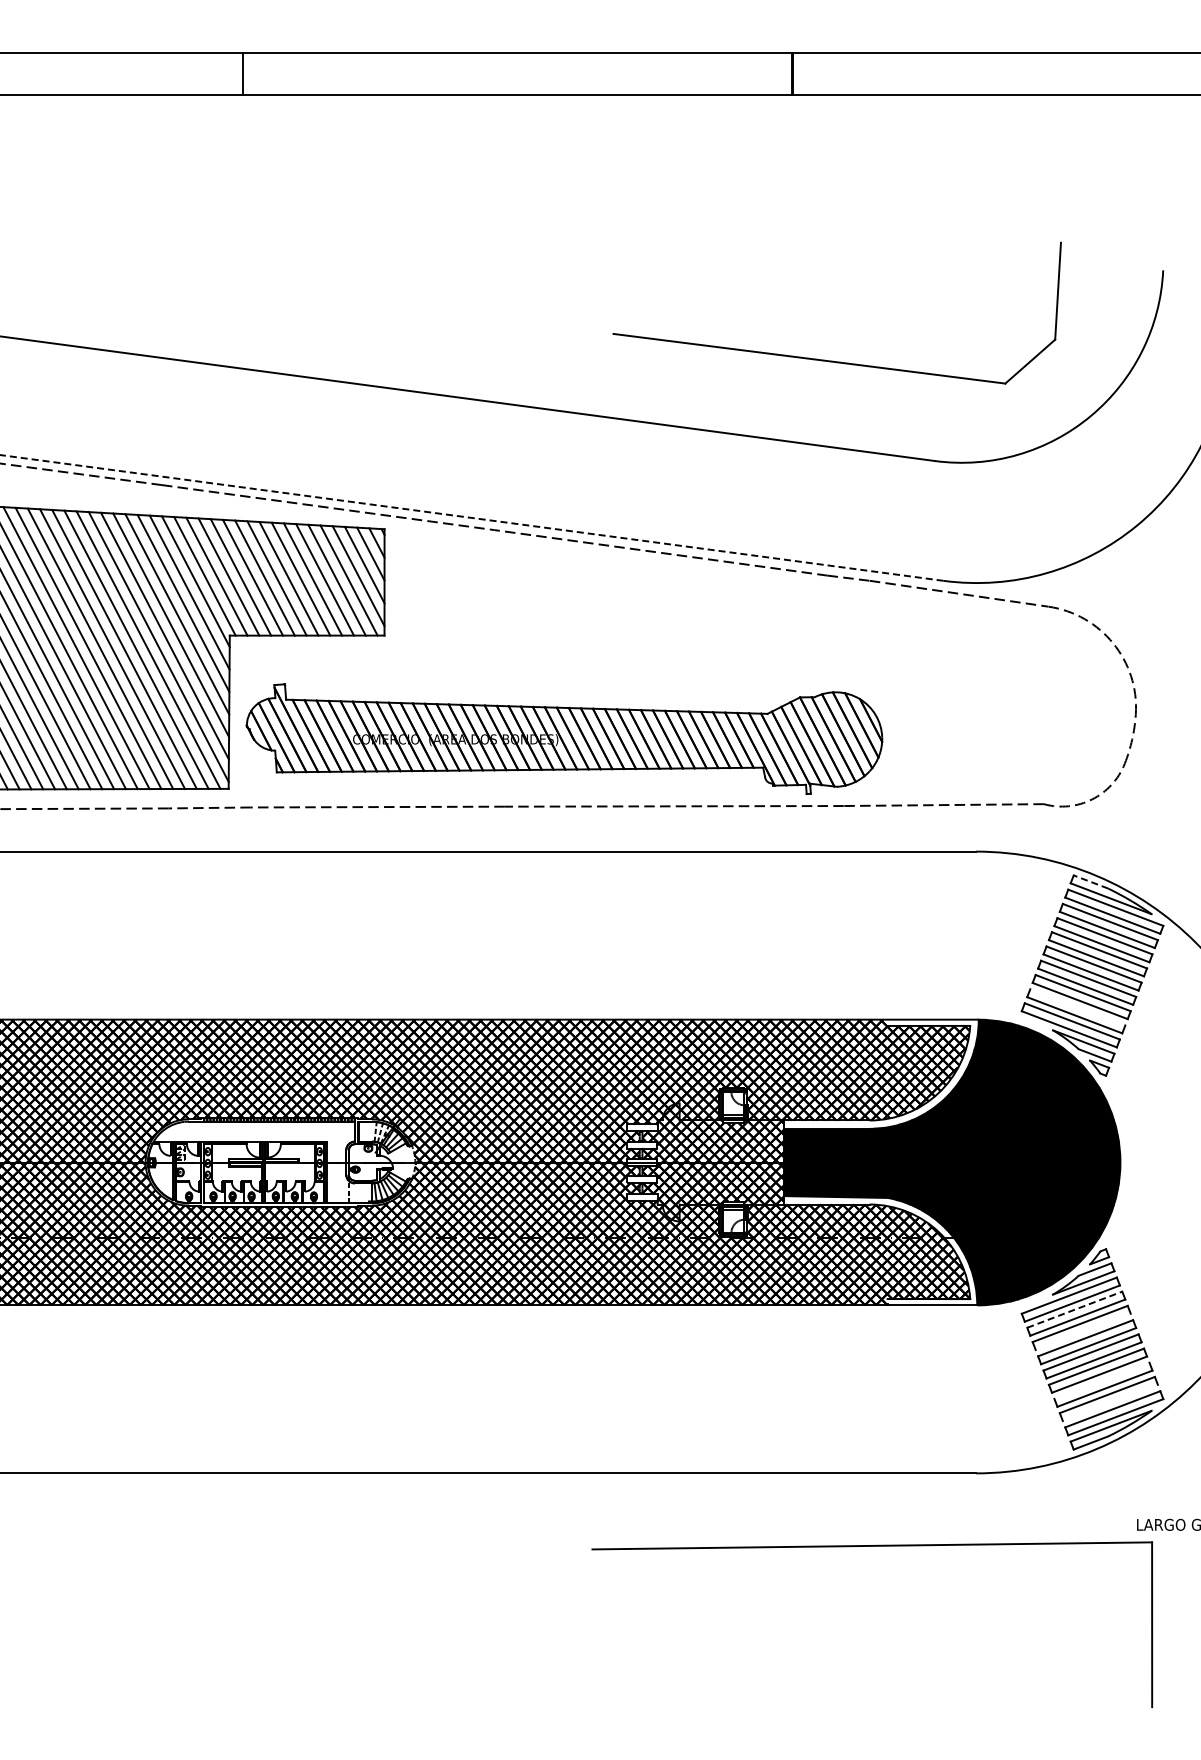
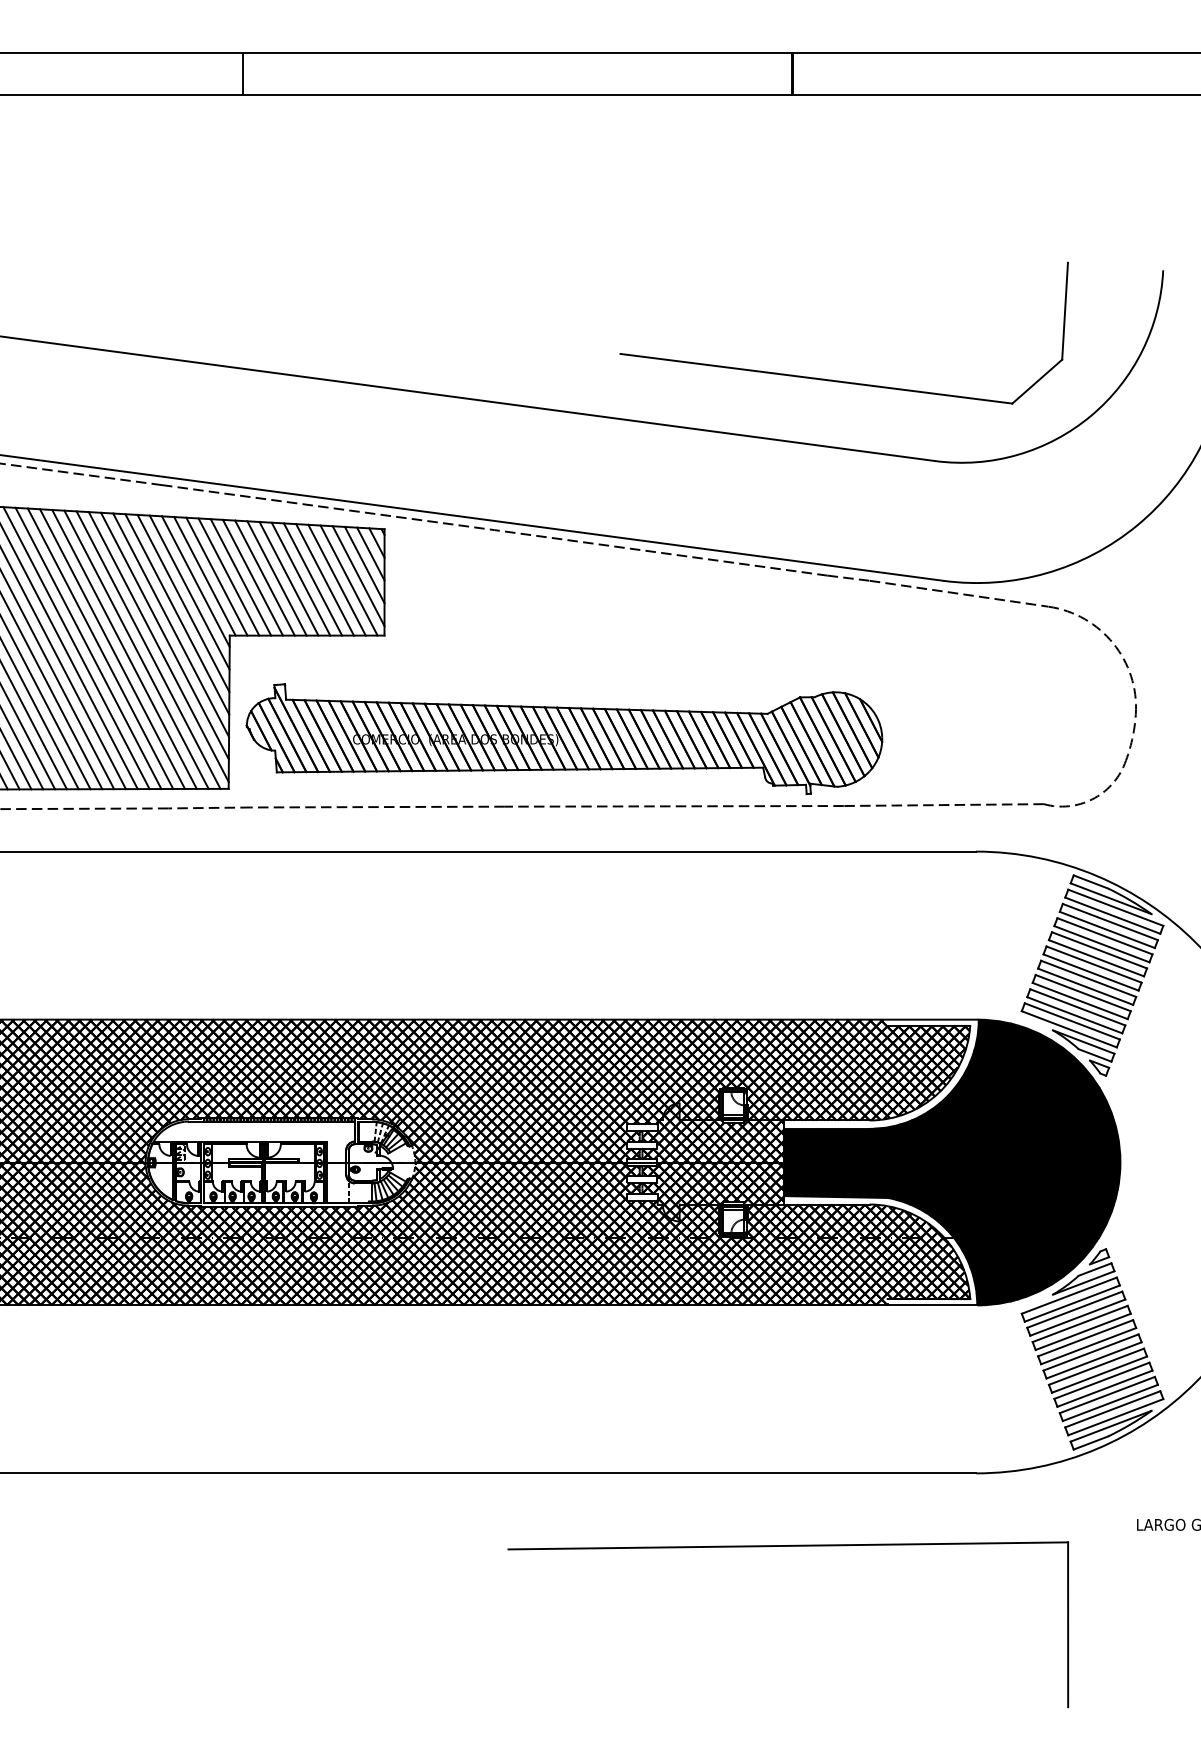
part at (833, 360) position: (833, 360) -> (840, 380)
line at (471, 517): dashed -> solid
line at (1090, 881): dashed -> solid
line at (1077, 1007): none -> present
line at (1074, 1309): dashed -> solid
line at (1082, 1331): none -> present
line at (1101, 1380): none -> present
line at (1109, 1402): none -> present
part at (872, 1546) position: (872, 1546) -> (788, 1546)
